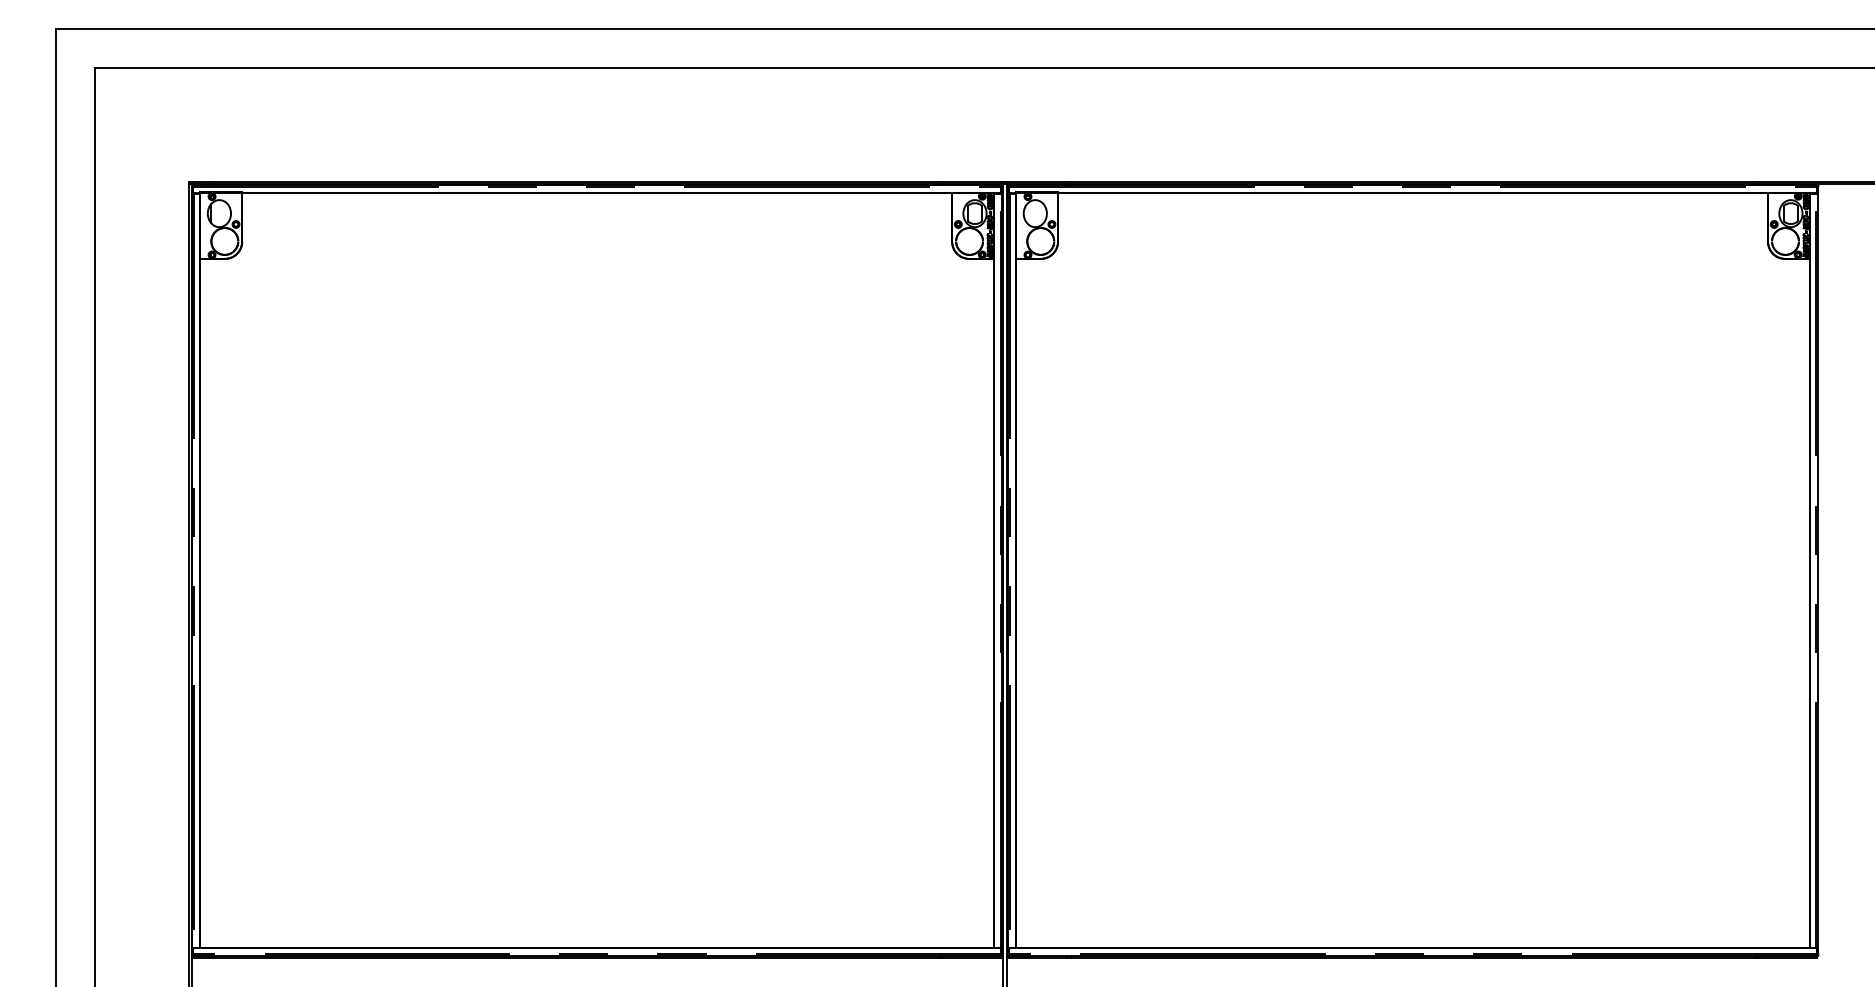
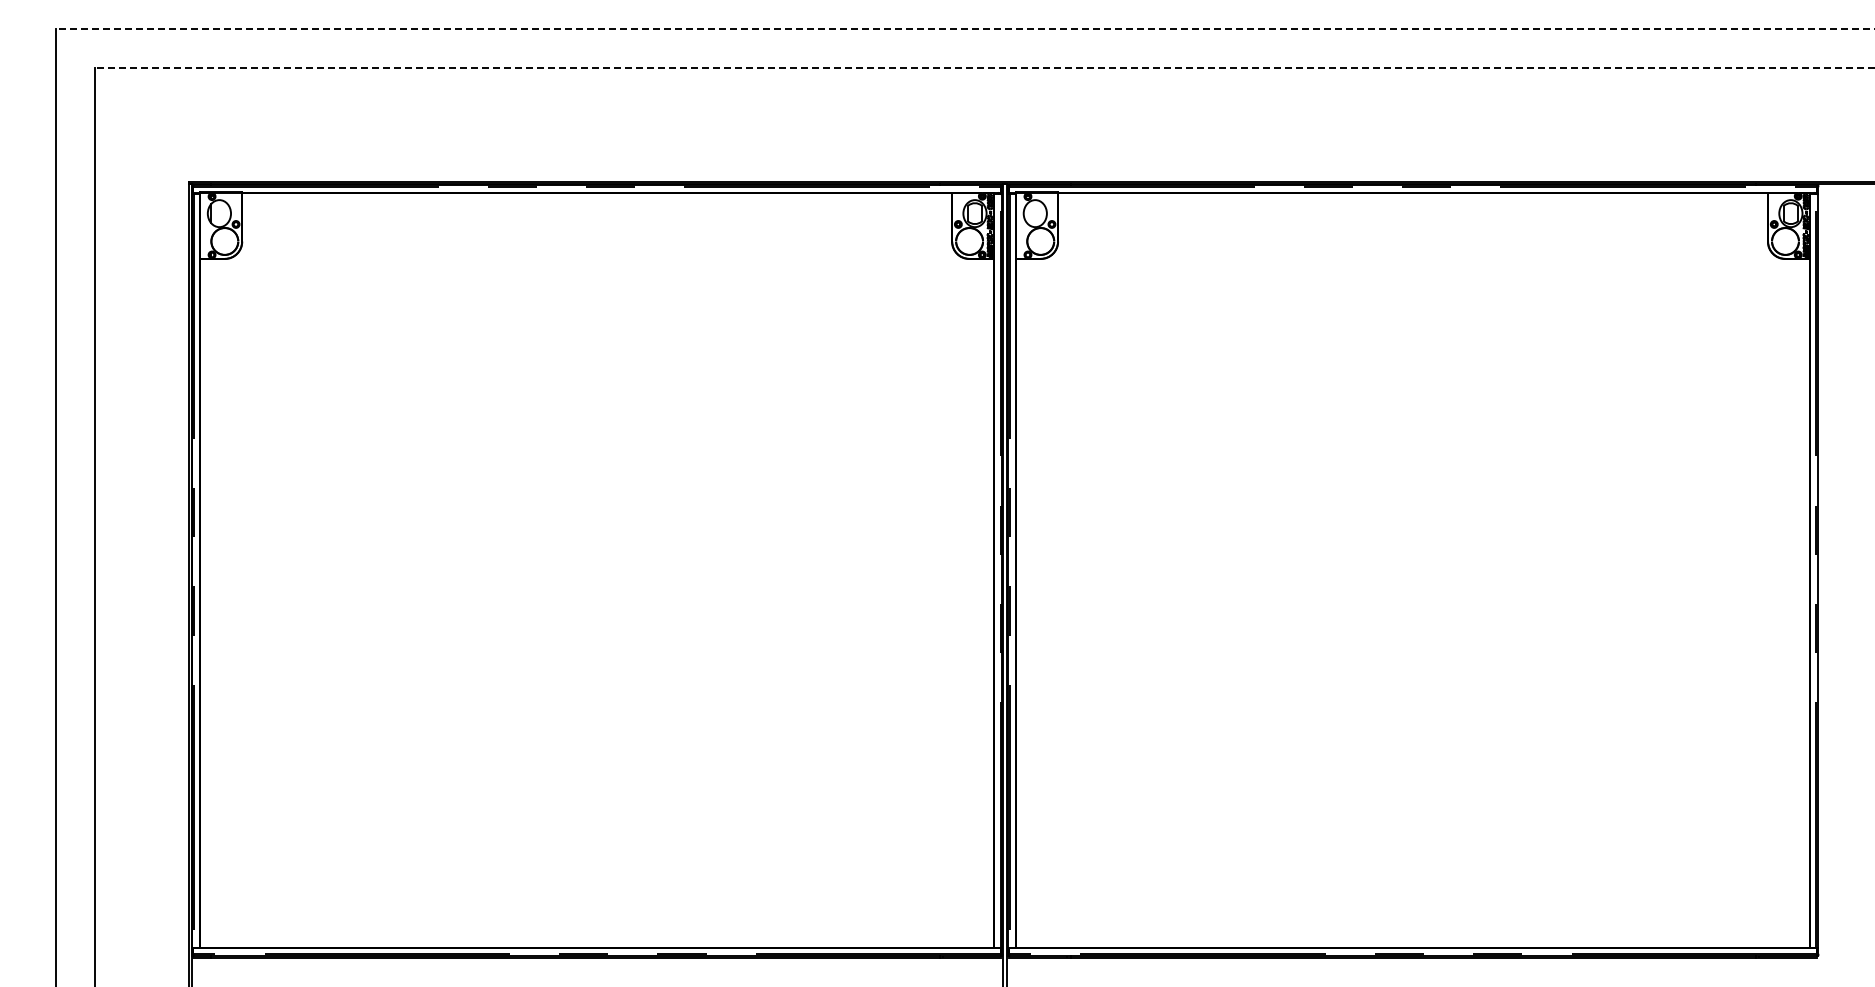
line at (965, 29): solid -> dashed
line at (984, 68): solid -> dashed
